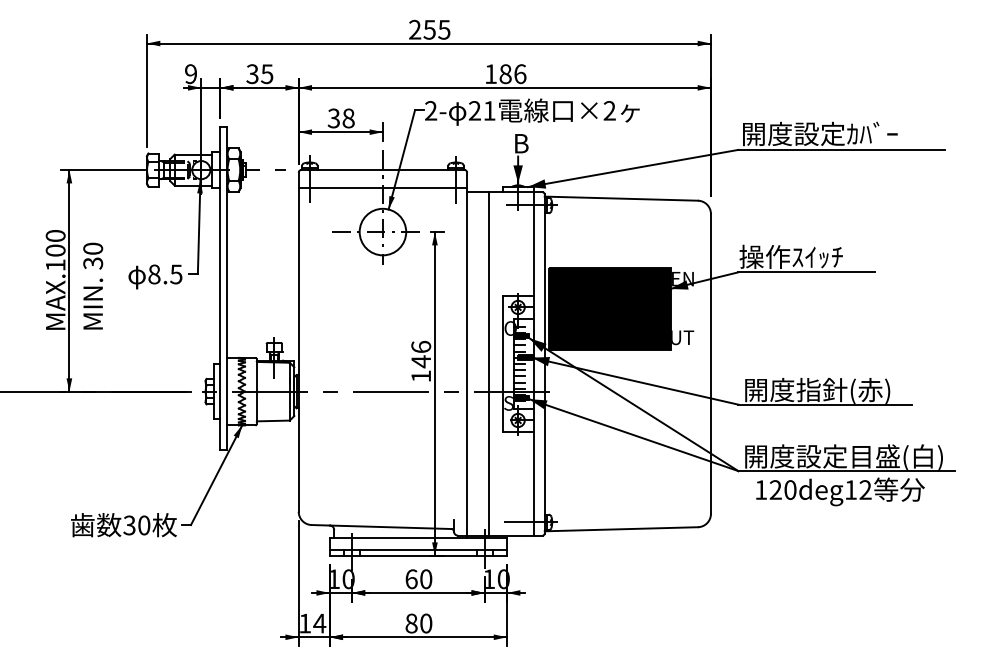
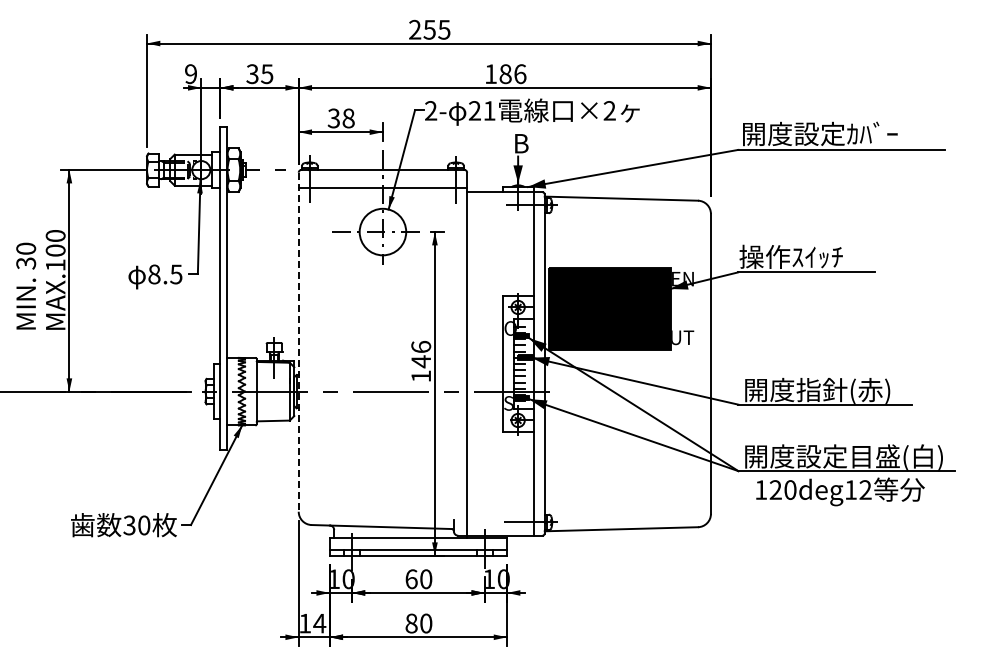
text at (93, 285) position: (93, 285) -> (26, 285)
line at (298, 342): solid -> dashed
line at (489, 363): present -> none
